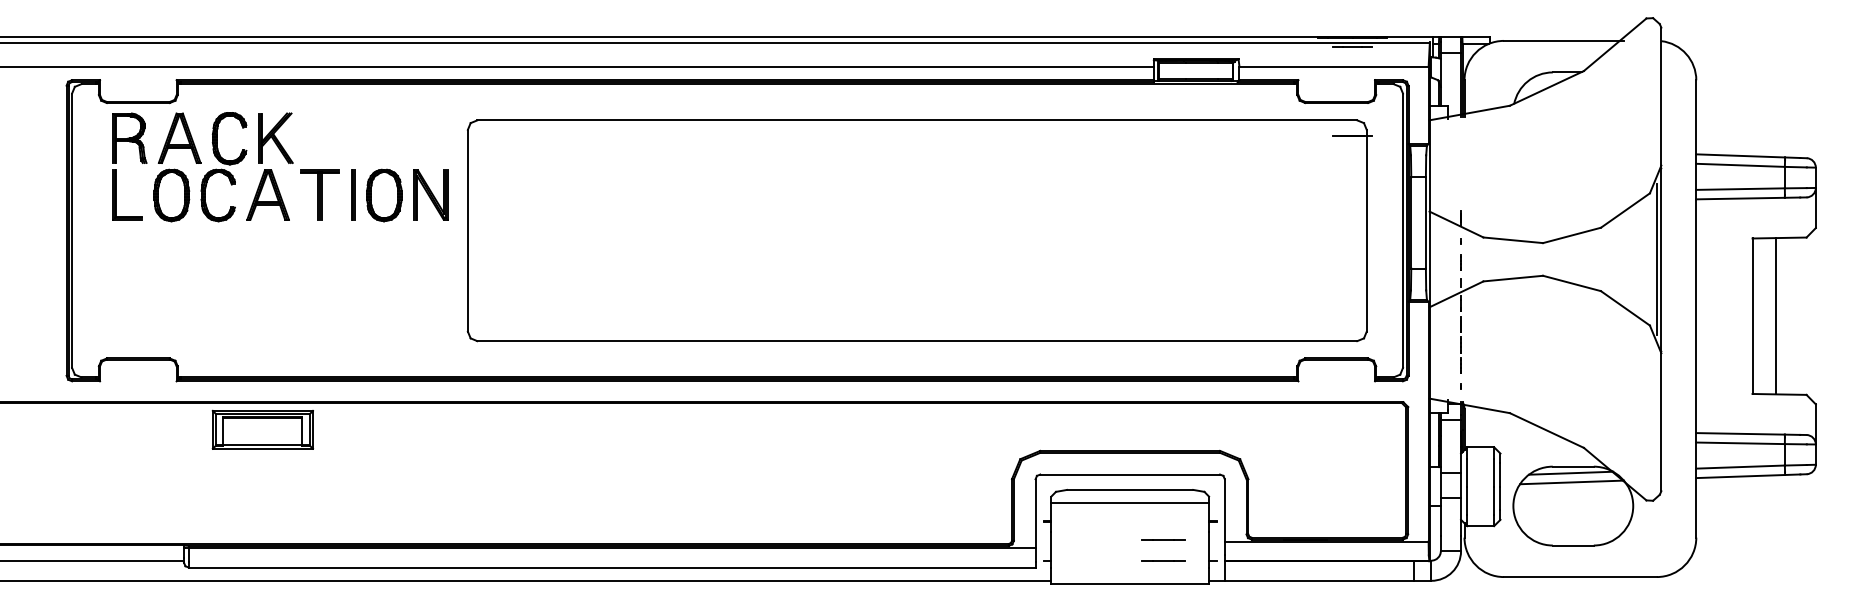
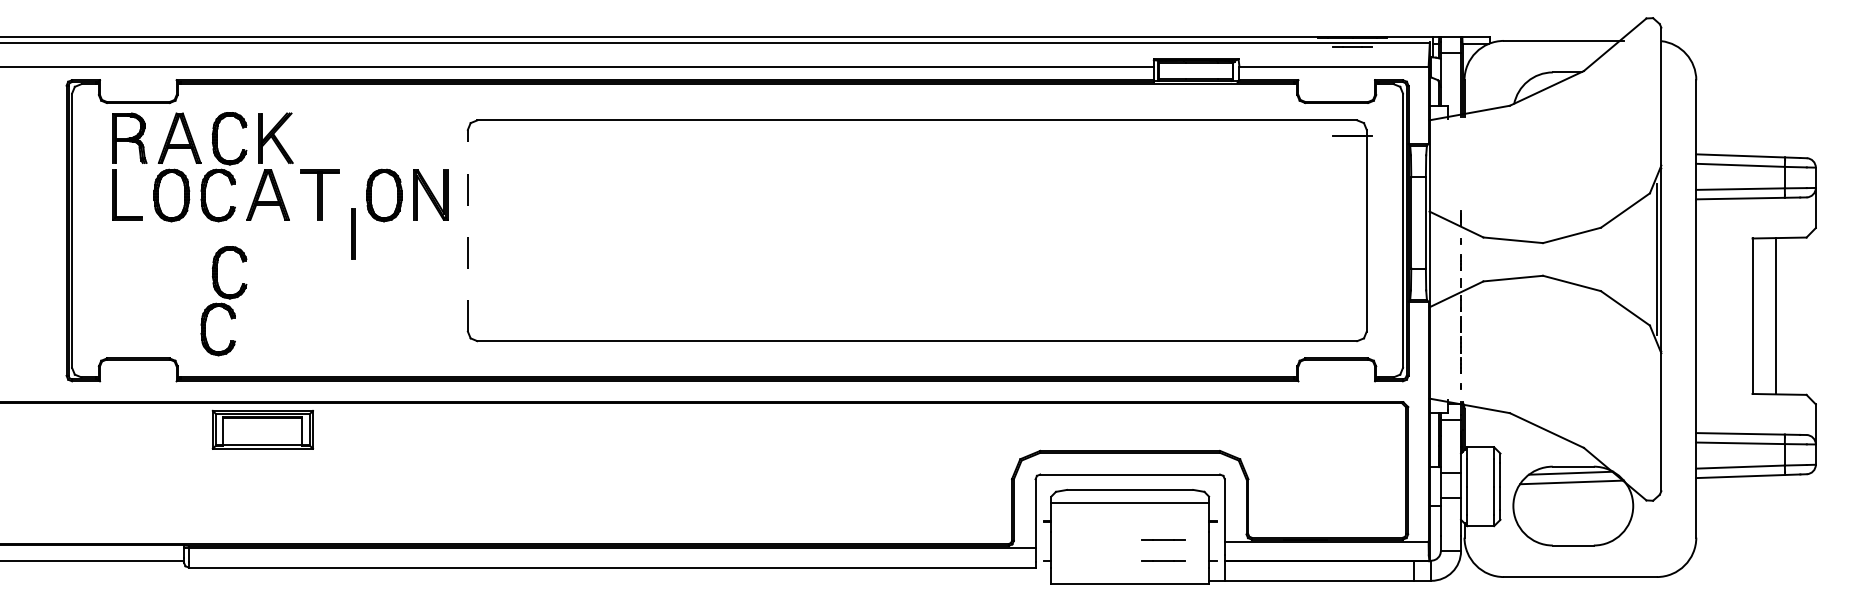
line at (353, 194) position: (353, 194) -> (353, 233)
line at (467, 230): solid -> dashed
part at (223, 301): none -> present
line at (526, 580): present -> none
